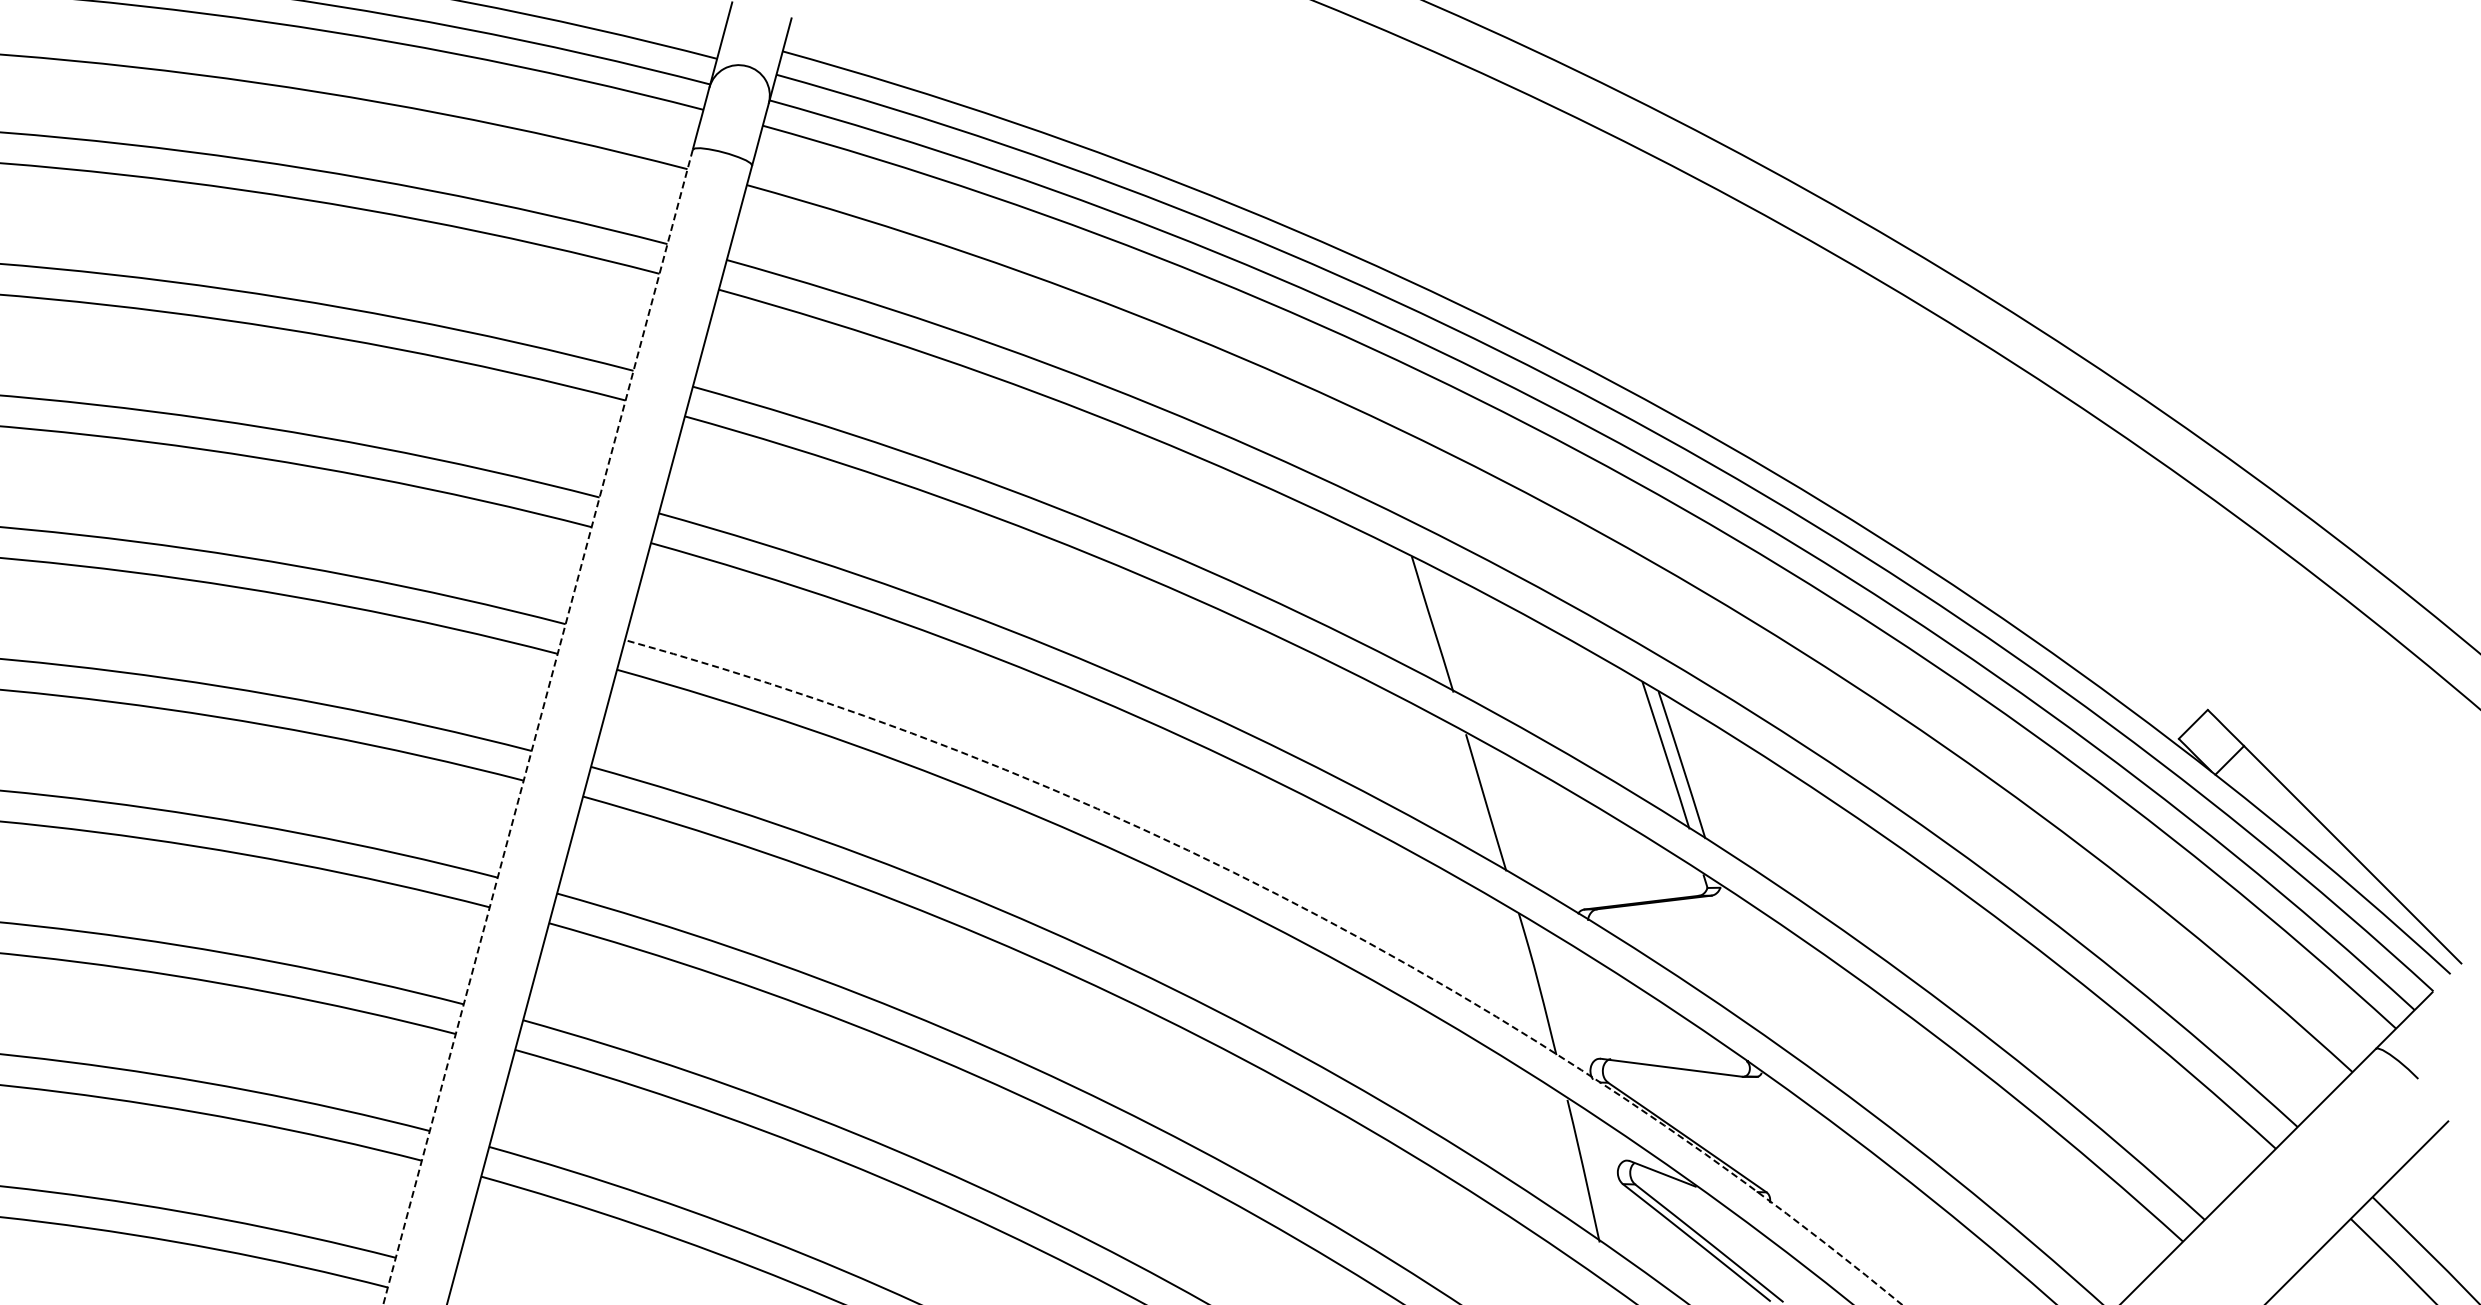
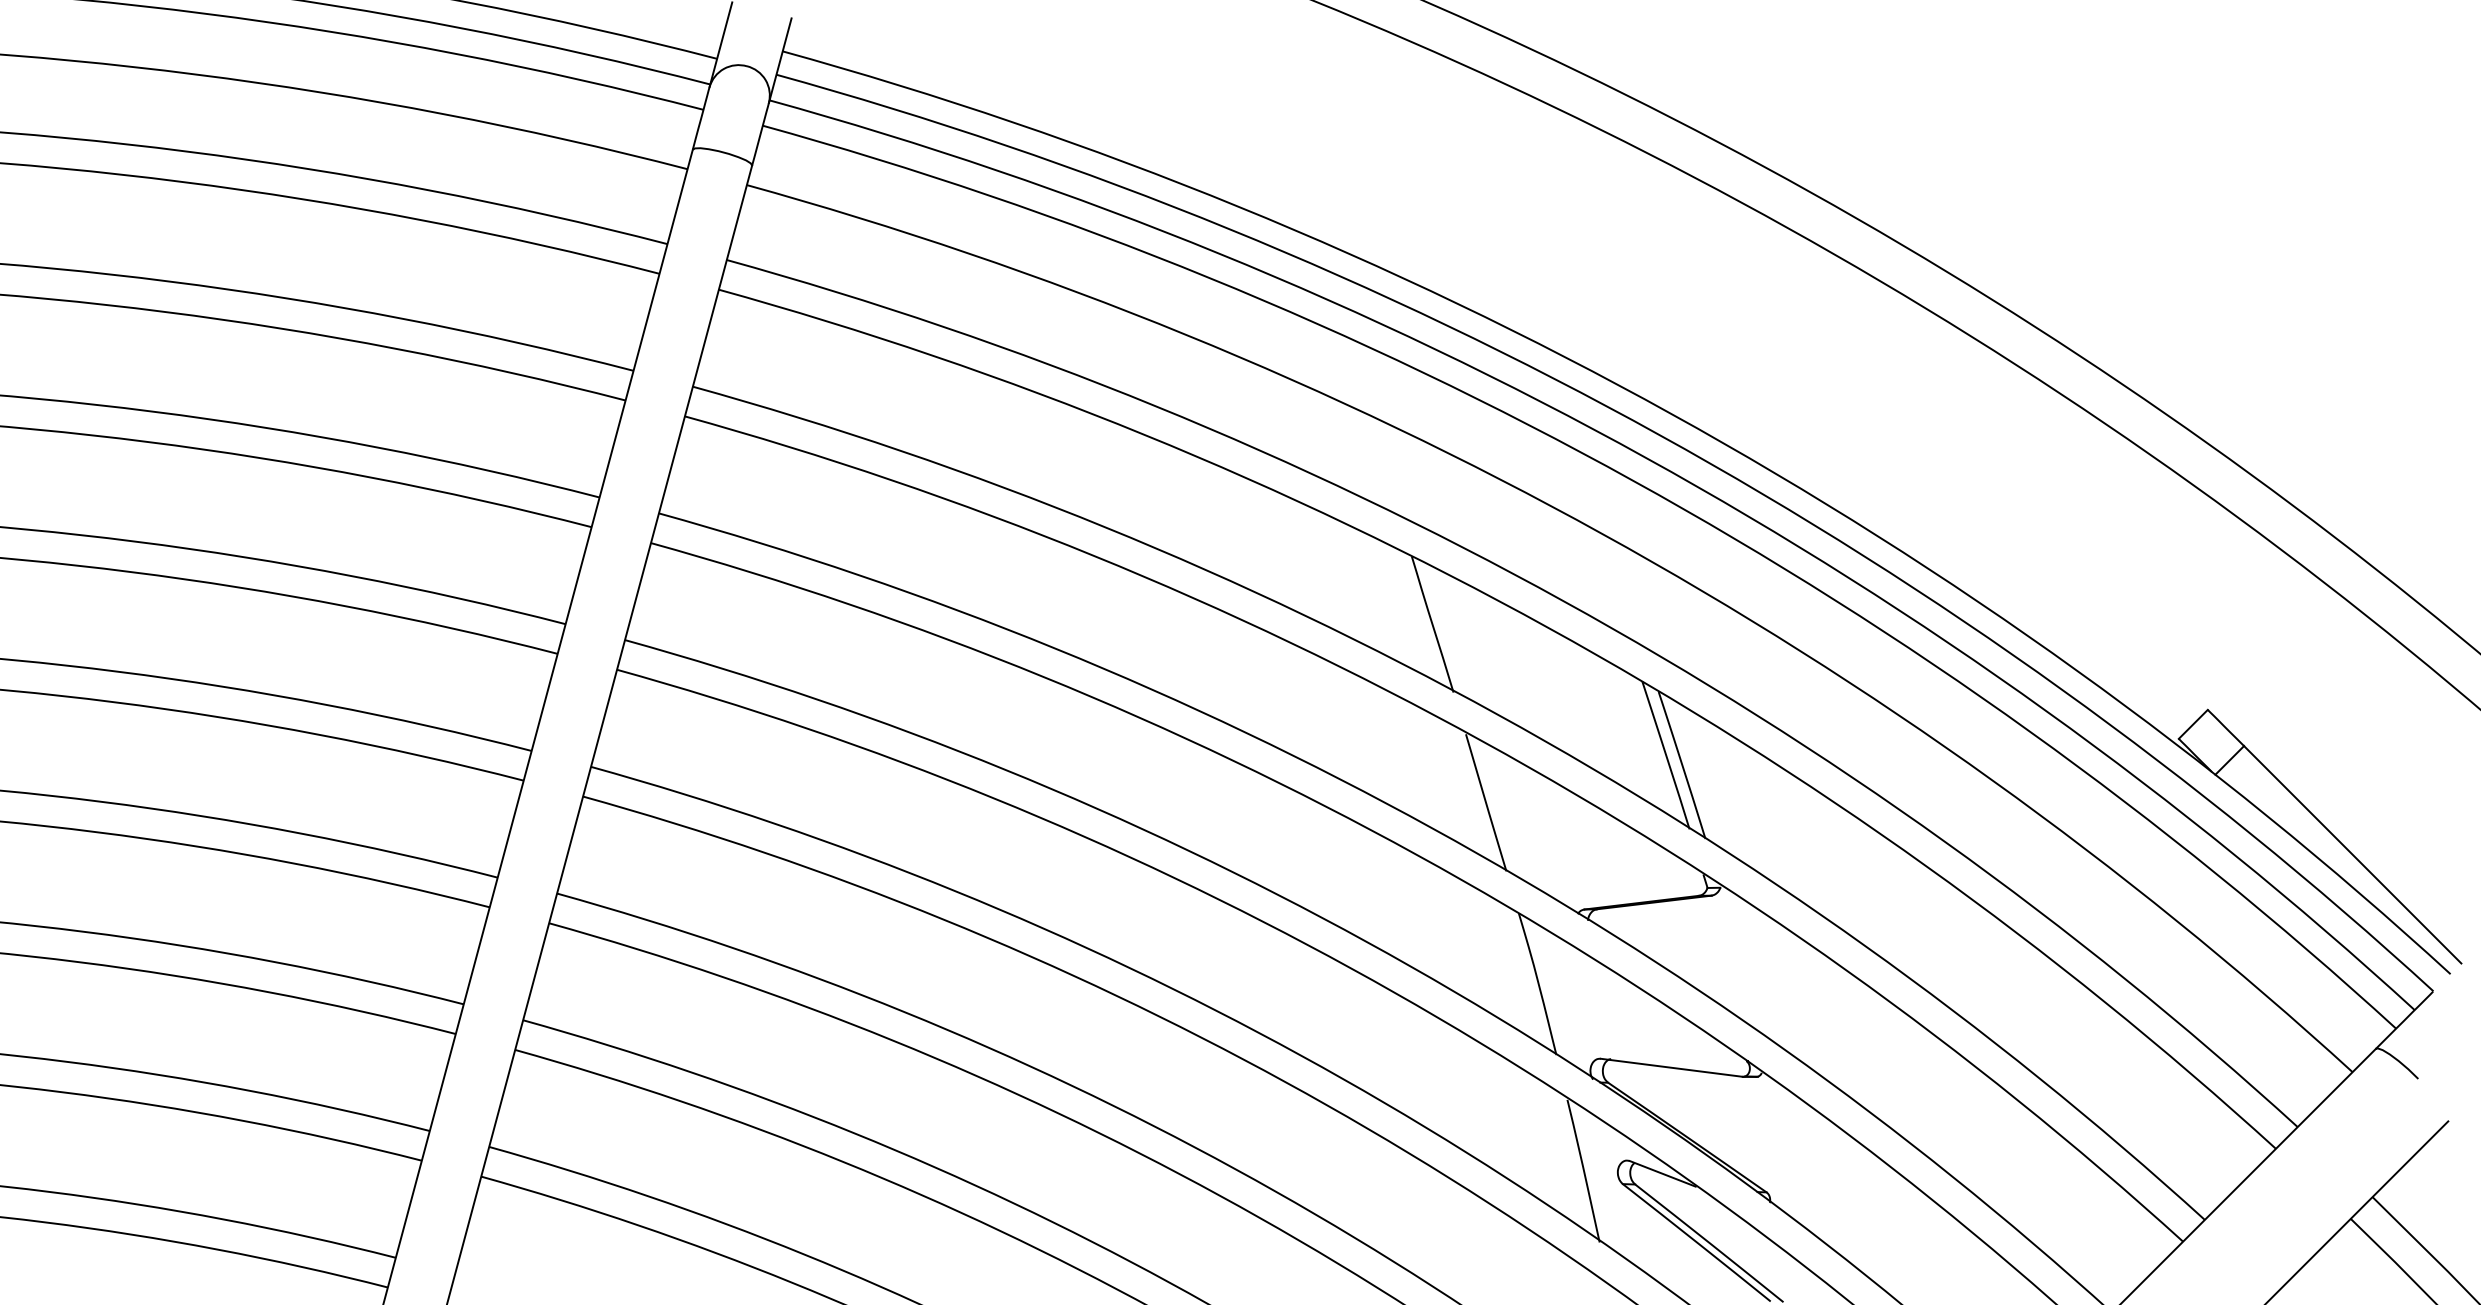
line at (538, 727): dashed -> solid
arc at (1298, 905): dashed -> solid
